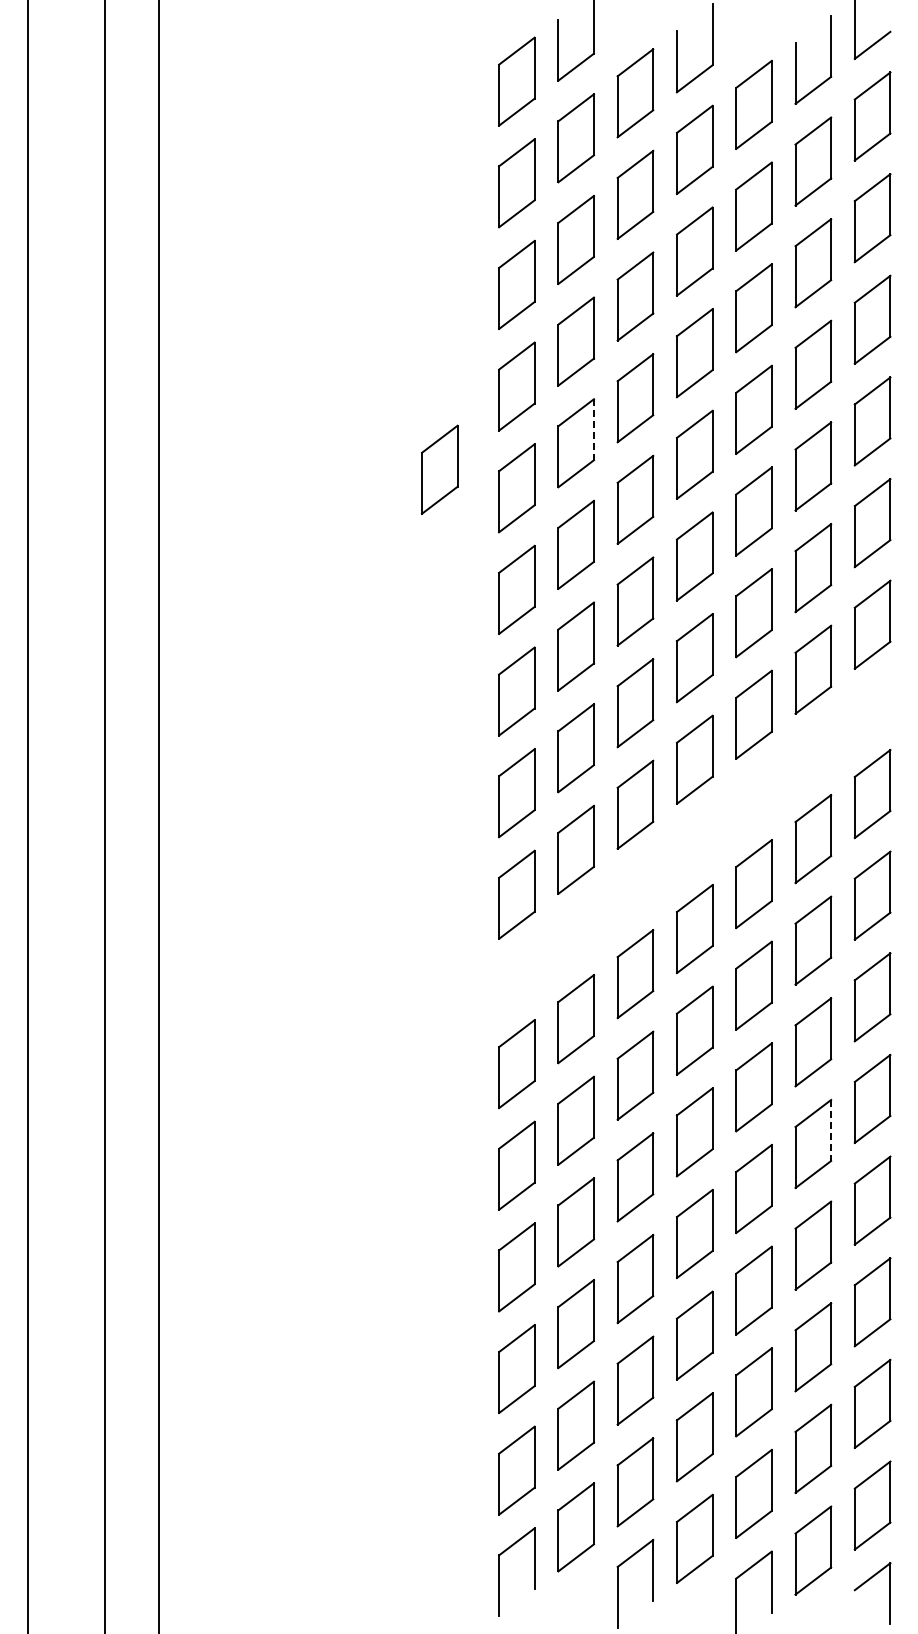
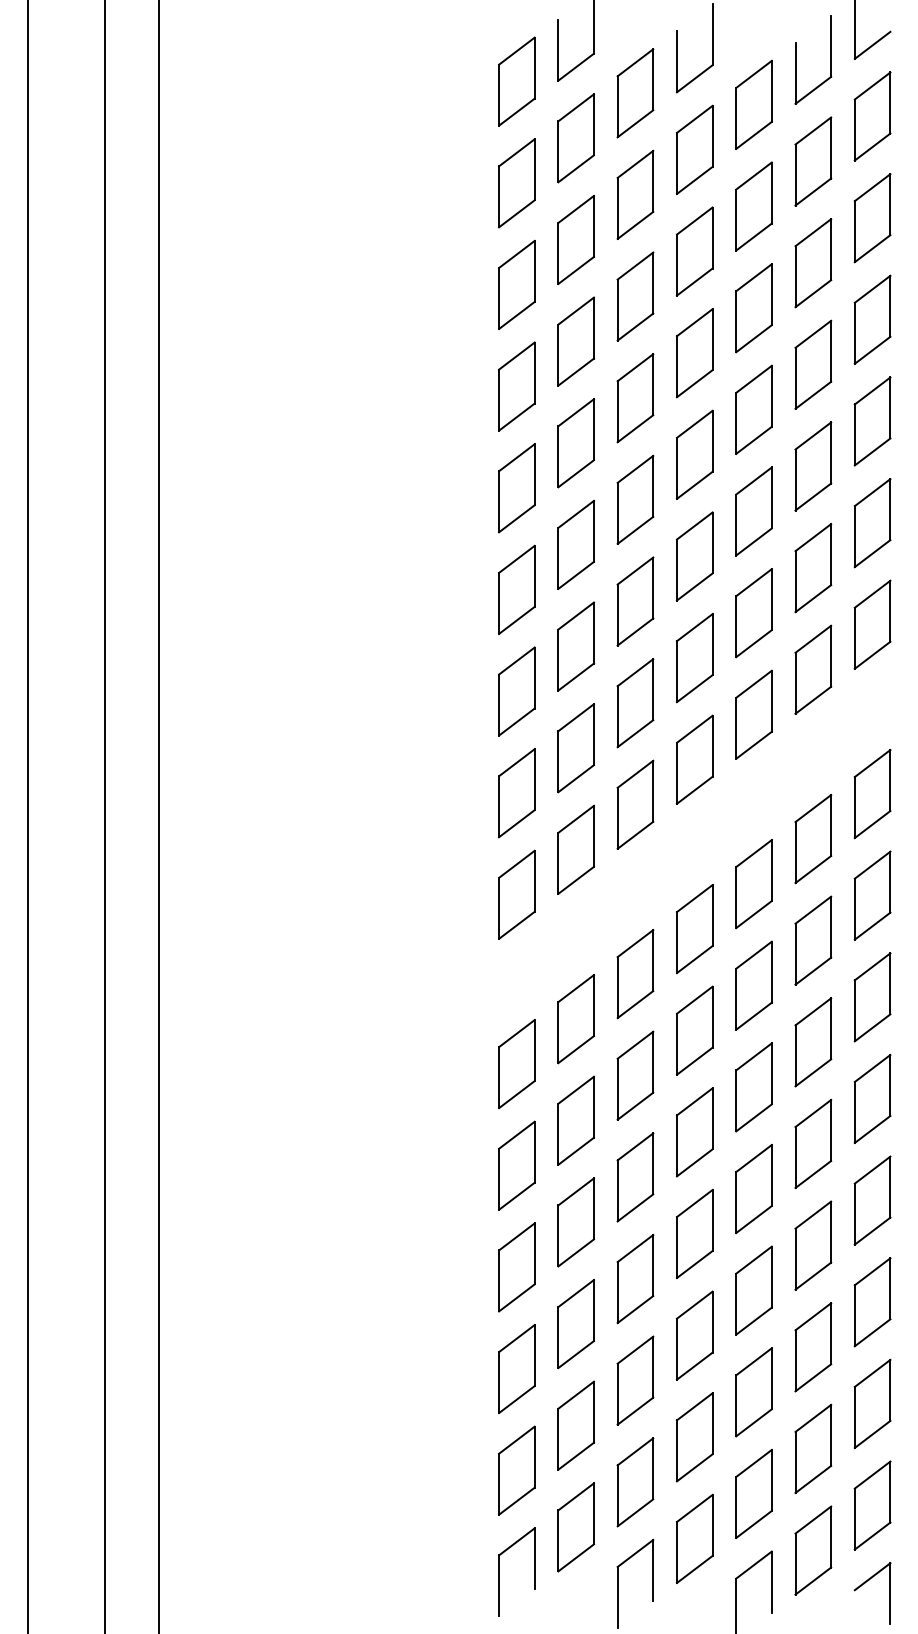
line at (593, 429): dashed -> solid
part at (439, 469): present -> none
line at (831, 1130): dashed -> solid
